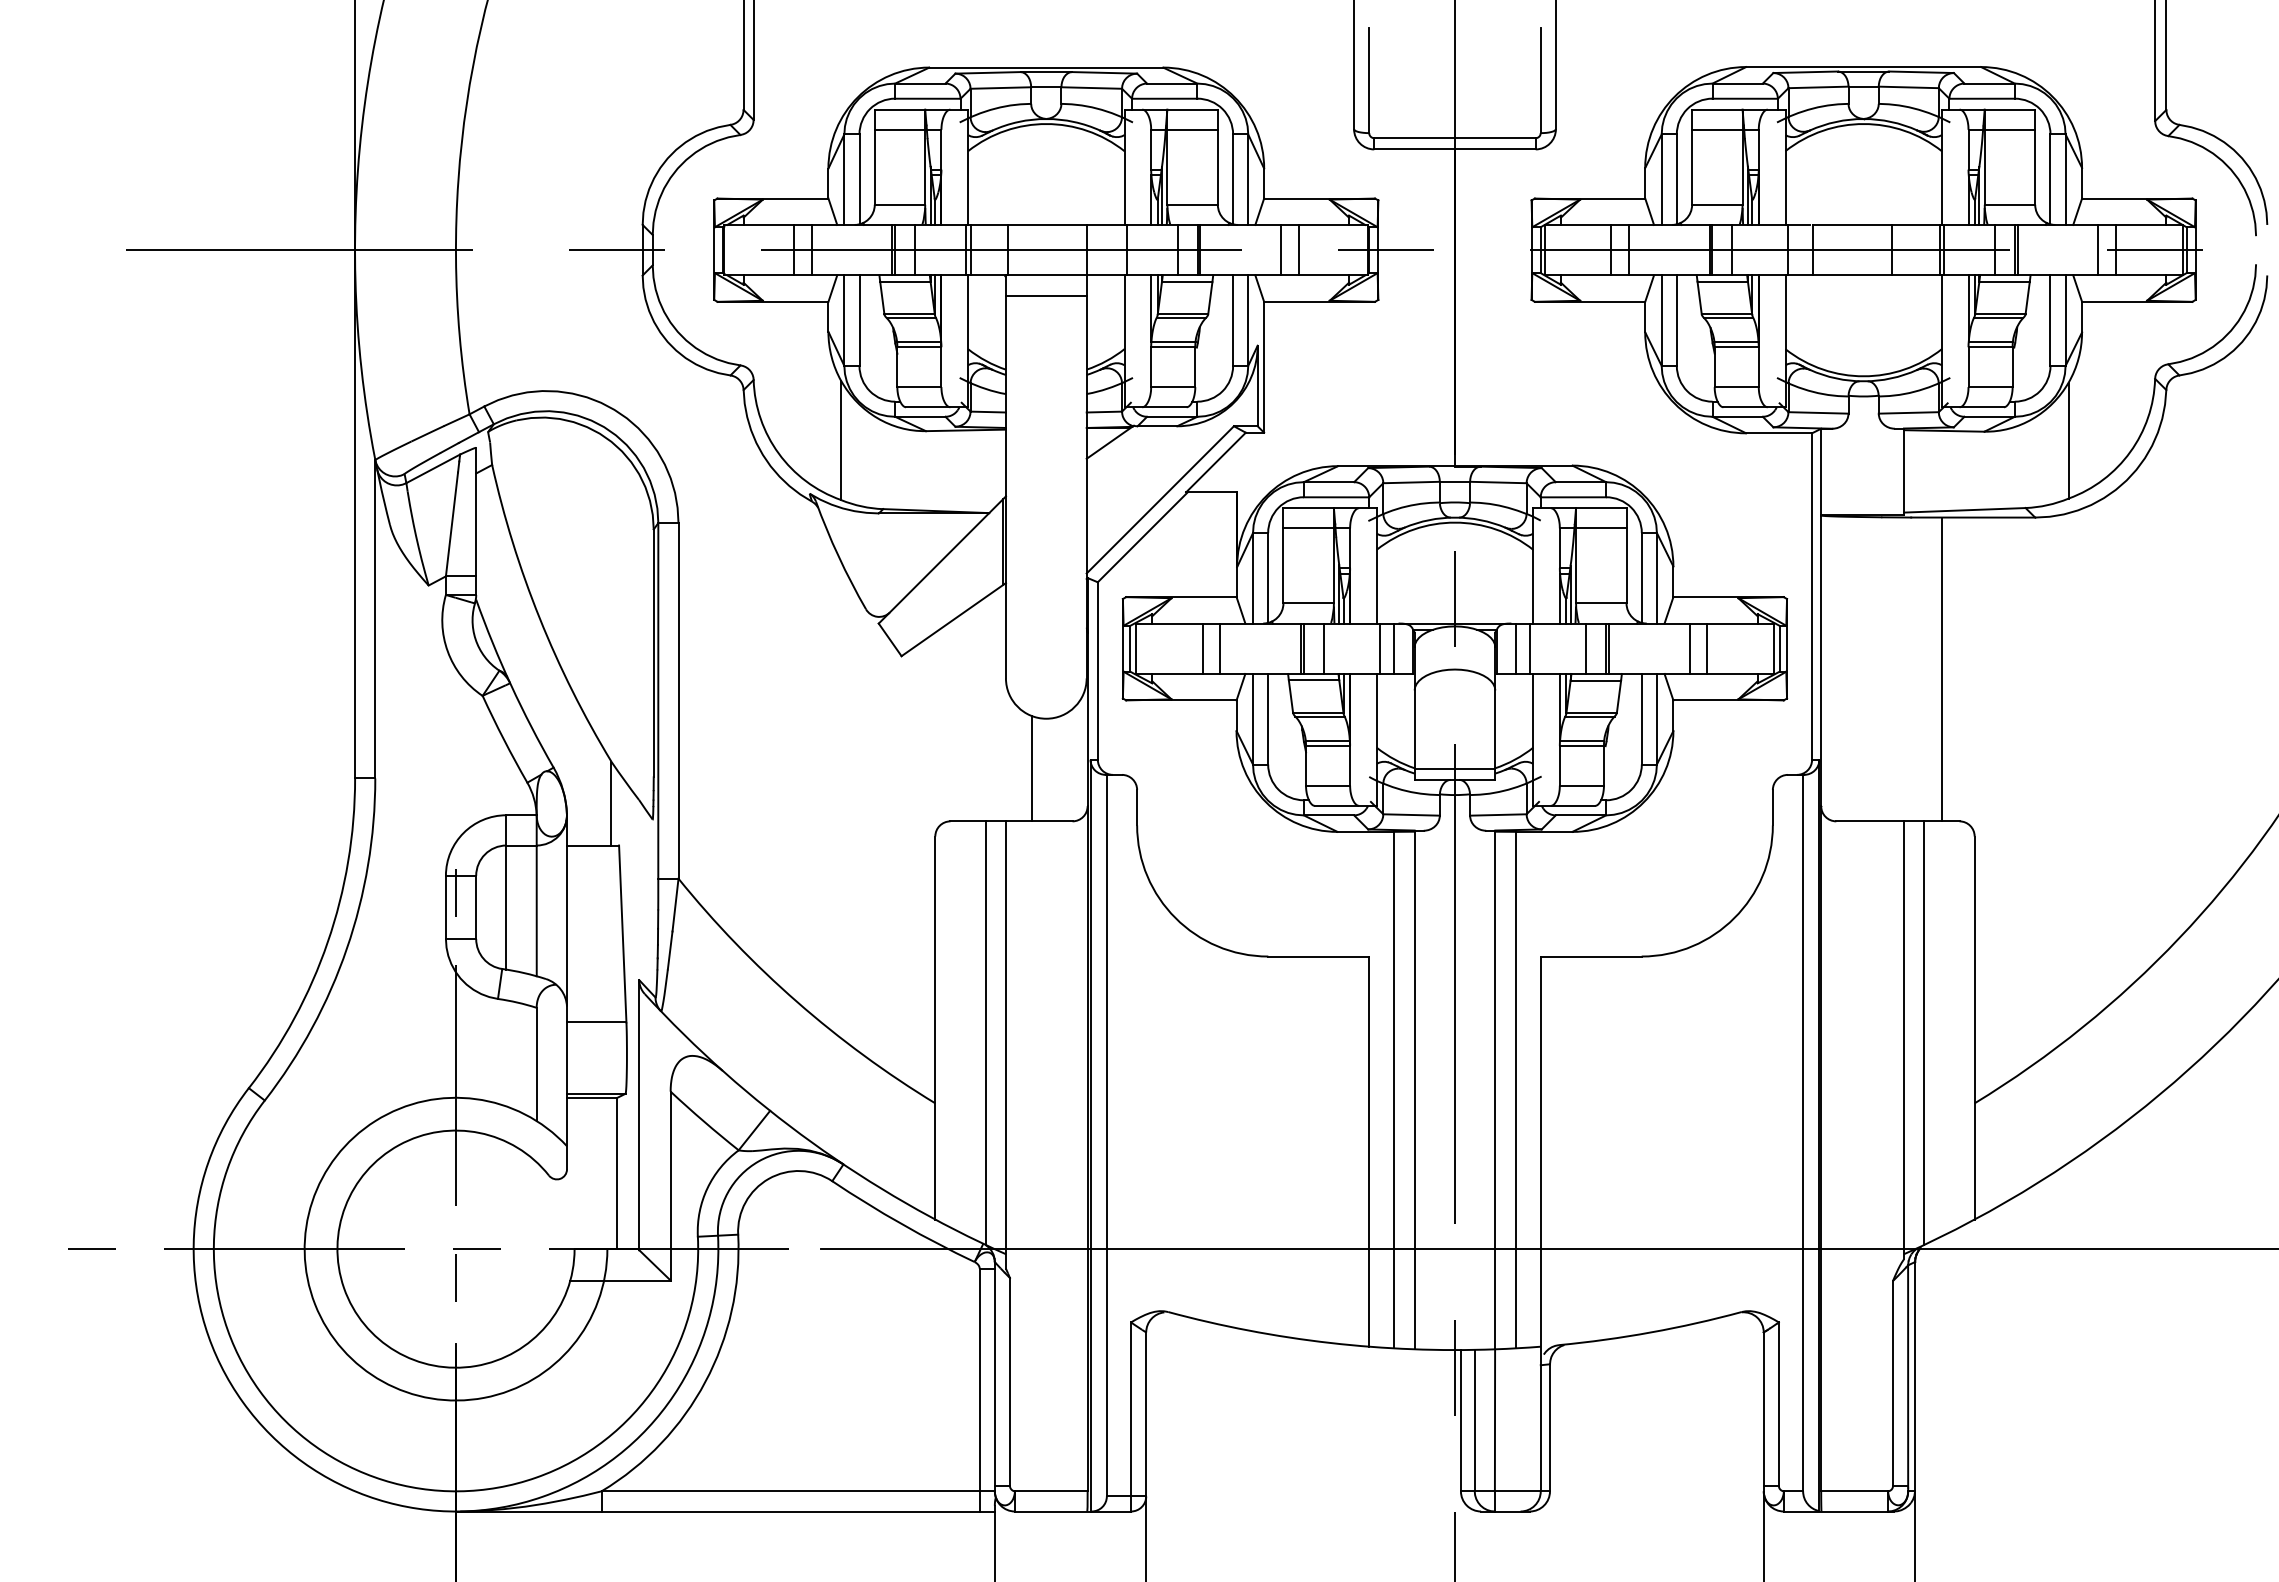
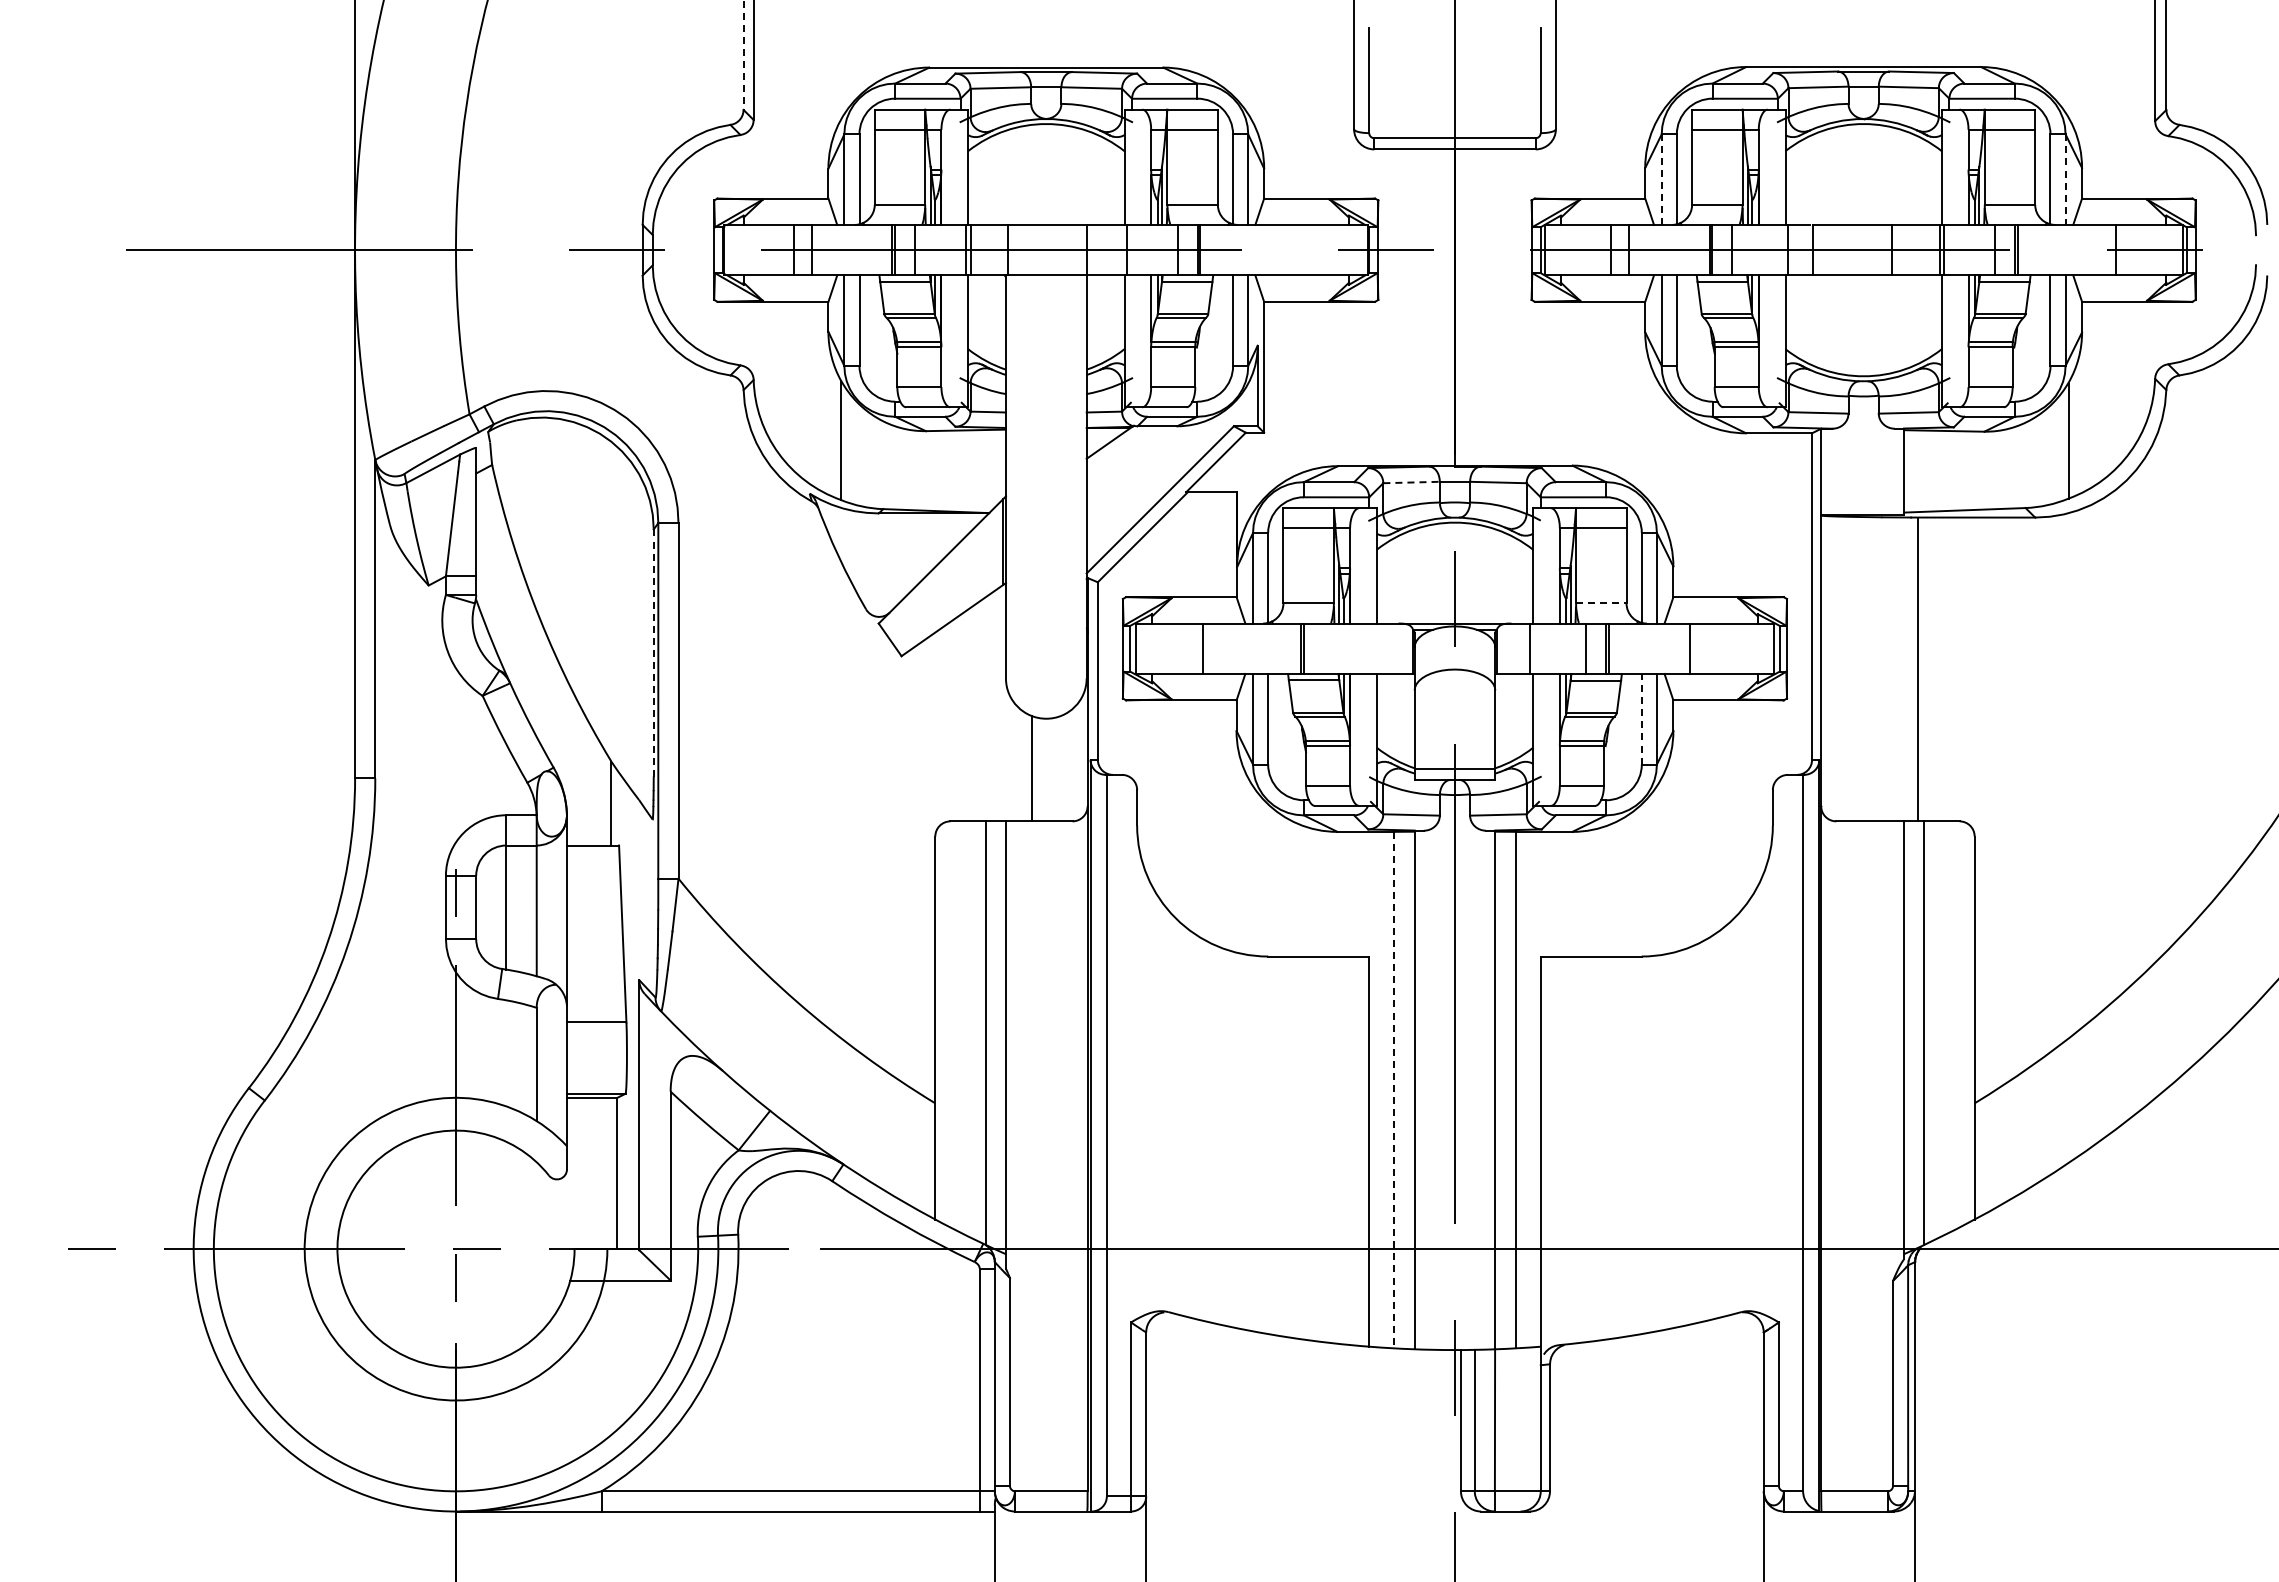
line at (743, 55): solid -> dashed
line at (1661, 179): solid -> dashed
line at (2065, 180): solid -> dashed
line at (1281, 249): present -> none
line at (1298, 249): present -> none
line at (2098, 249): present -> none
line at (1045, 295): present -> none
line at (1412, 482): solid -> dashed
line at (1601, 603): solid -> dashed
line at (1220, 648): present -> none
line at (1323, 648): present -> none
line at (1379, 648): present -> none
line at (1394, 648): present -> none
line at (1515, 648): present -> none
line at (1707, 648): present -> none
line at (653, 653): solid -> dashed
line at (1942, 669) position: (1942, 669) -> (1918, 669)
line at (1641, 718): solid -> dashed
line at (1394, 1090): solid -> dashed
